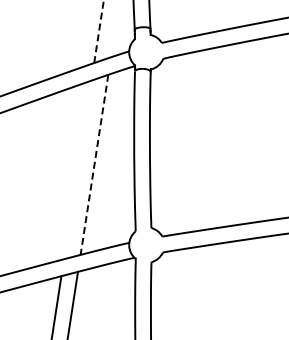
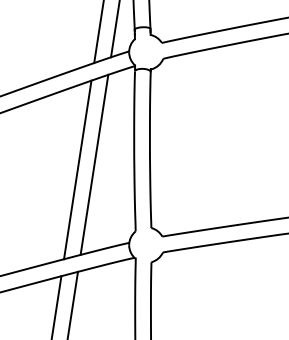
line at (115, 29): none -> present
line at (99, 31): dashed -> solid
line at (94, 165): dashed -> solid
line at (77, 169): none -> present
